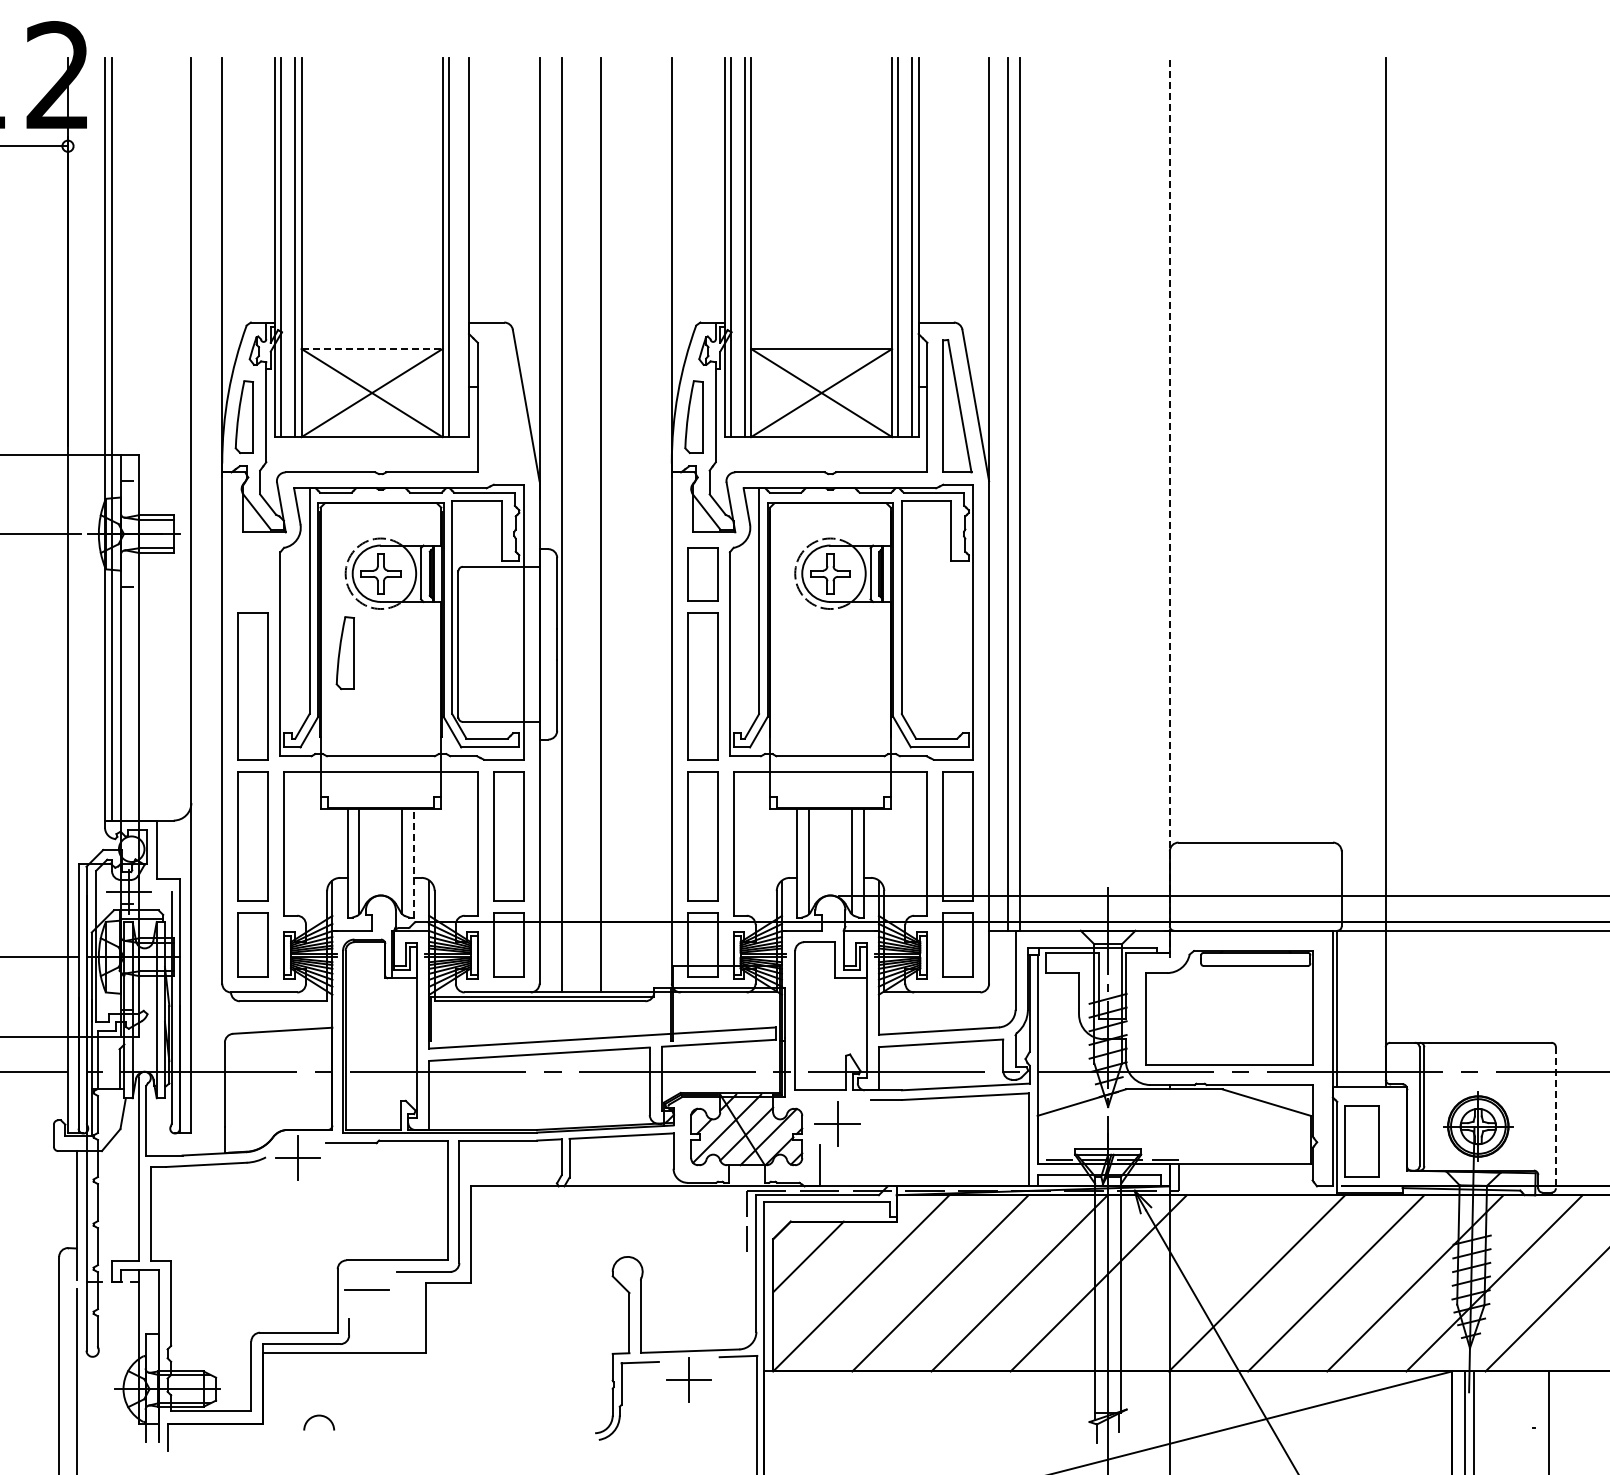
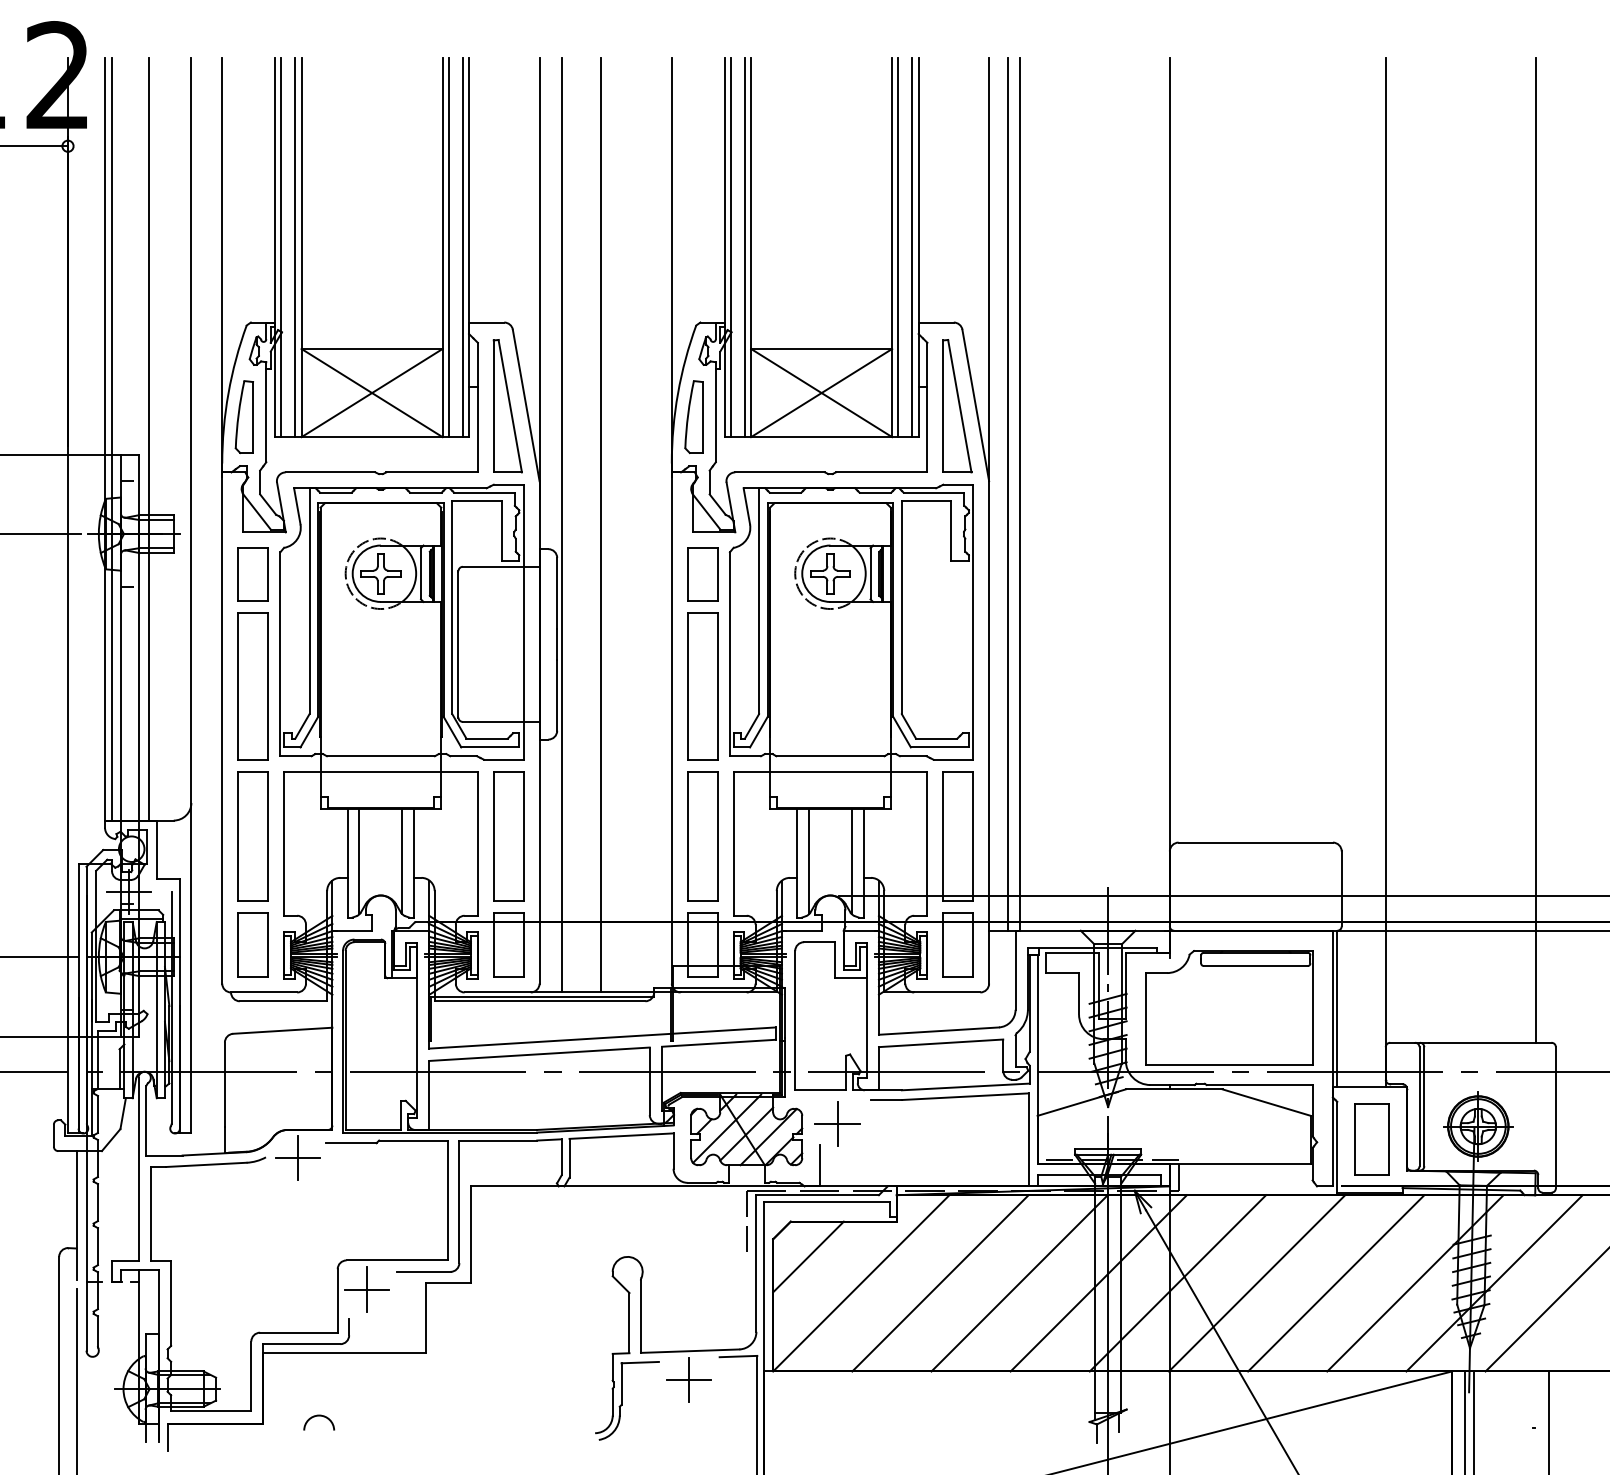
line at (462, 247): none -> present
line at (372, 348): dashed -> solid
part at (507, 406): none -> present
line at (149, 438): none -> present
line at (1169, 507): dashed -> solid
line at (1535, 549): none -> present
part at (252, 574): none -> present
part at (344, 653): present -> none
line at (413, 862): dashed -> solid
line at (1555, 1117): dashed -> solid
part at (1361, 1141) position: (1361, 1141) -> (1371, 1139)
line at (1177, 1283): none -> present
line at (366, 1289): none -> present
